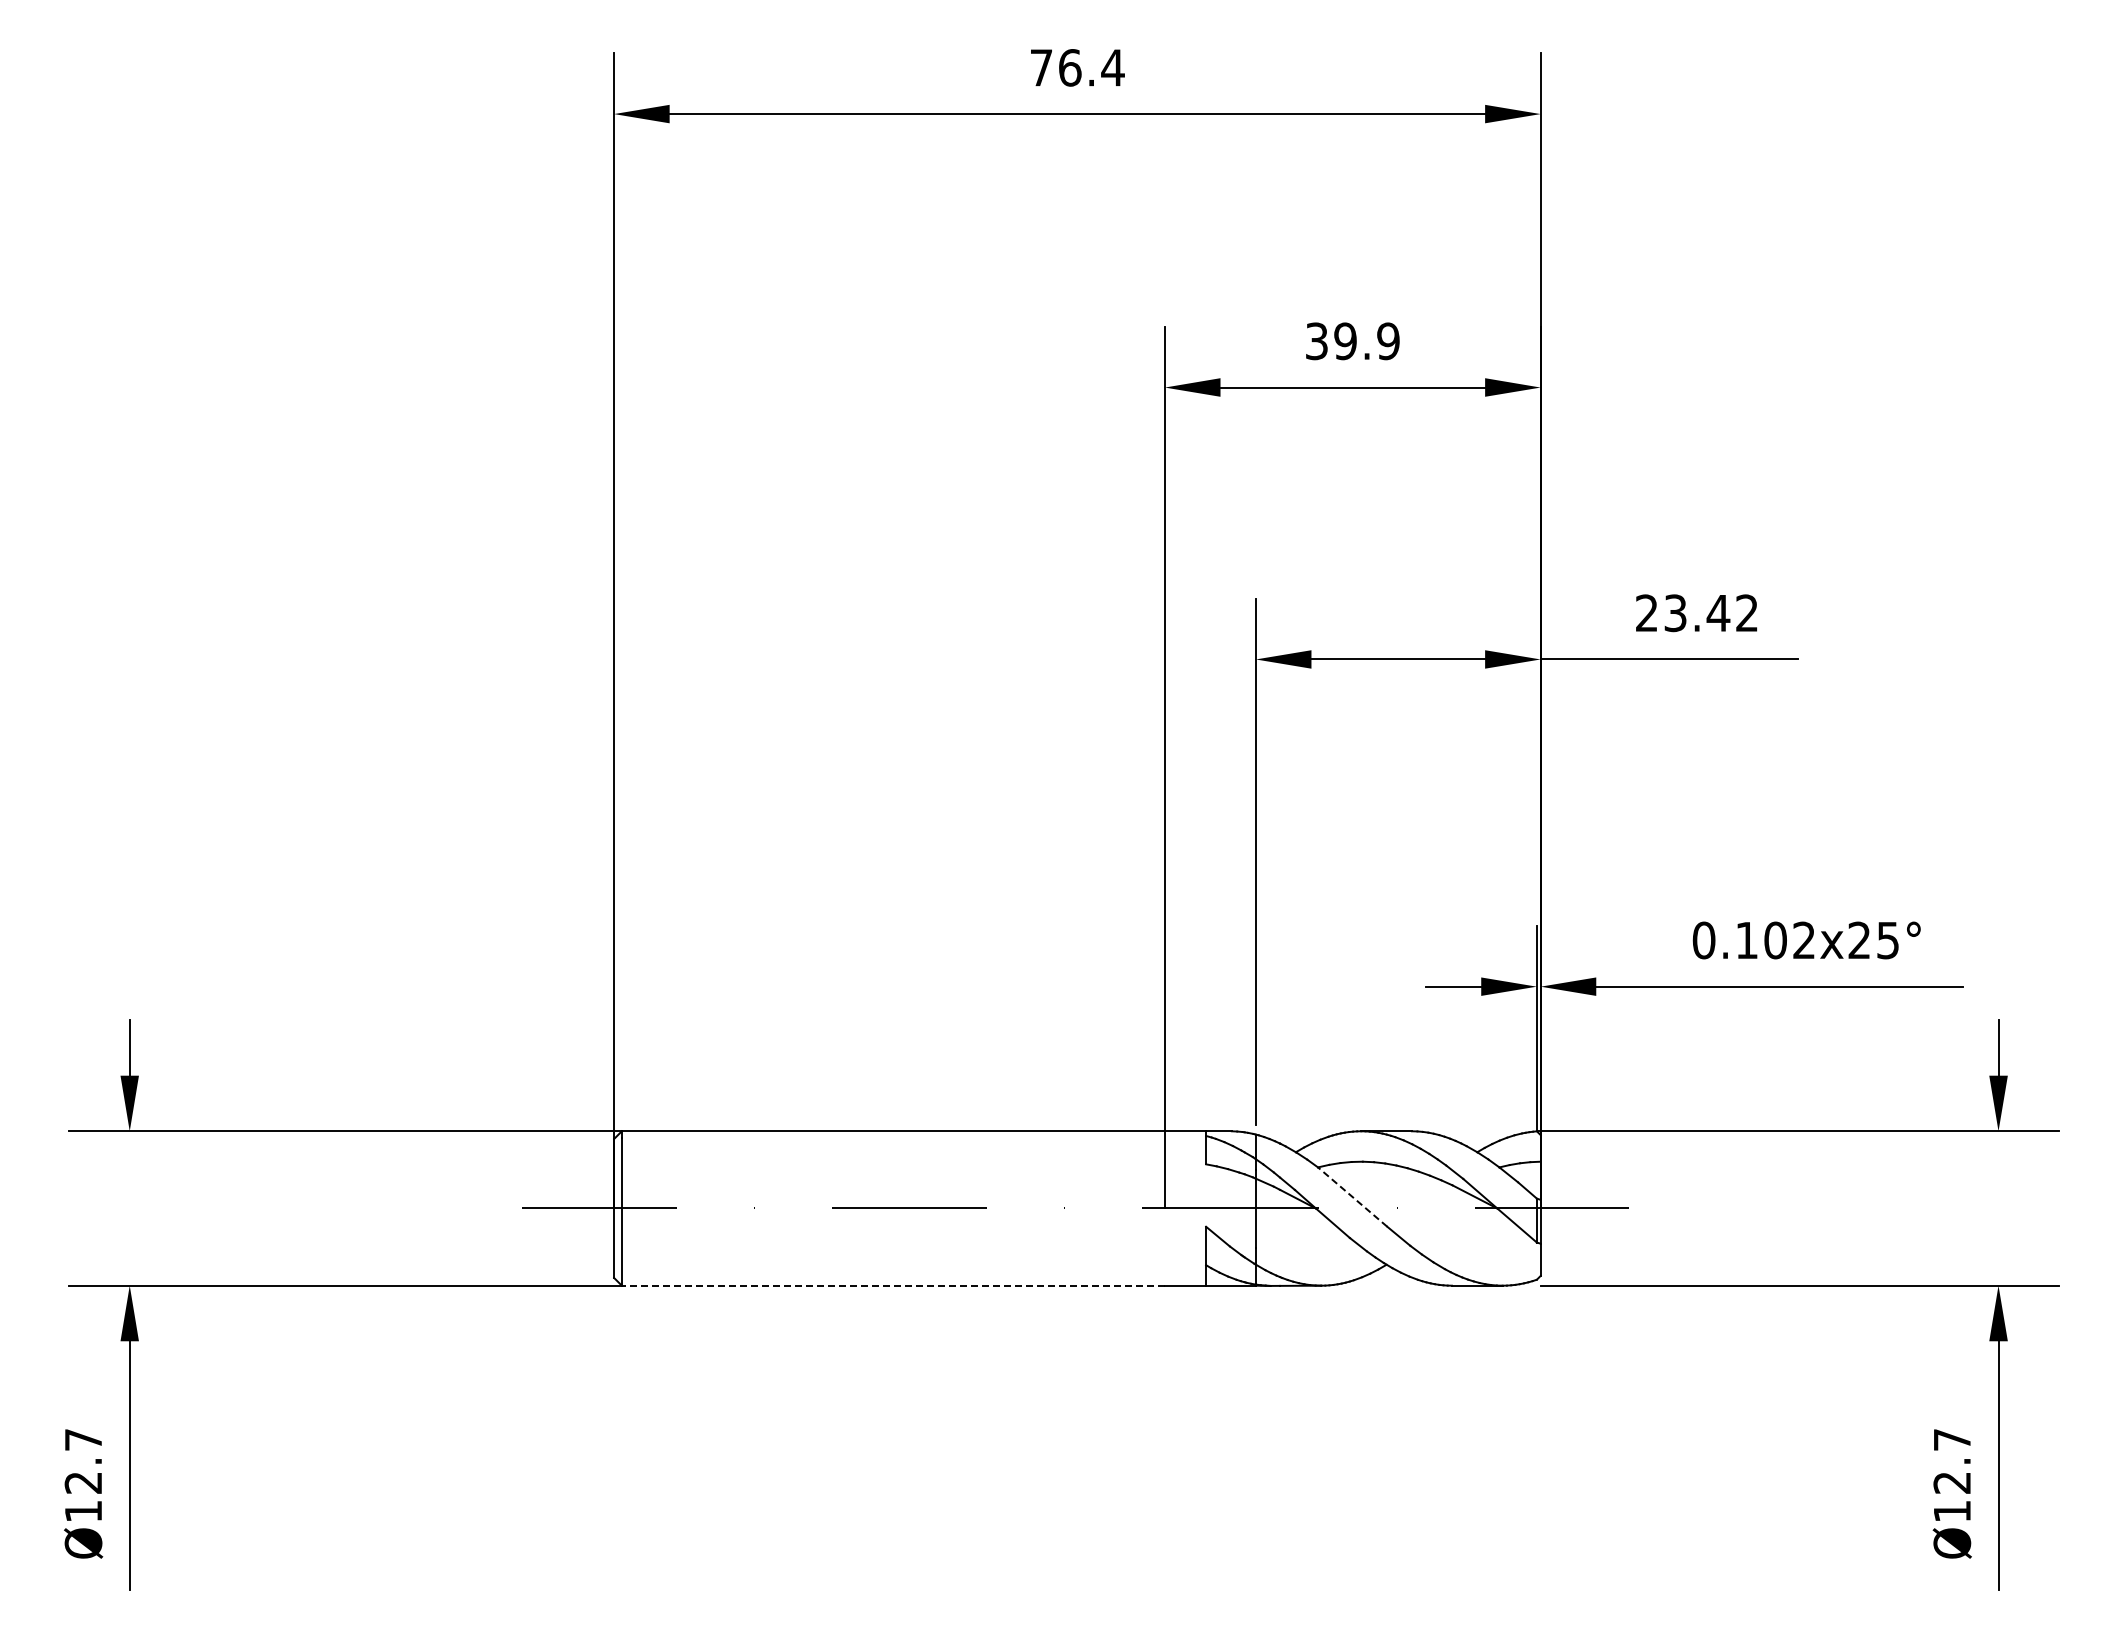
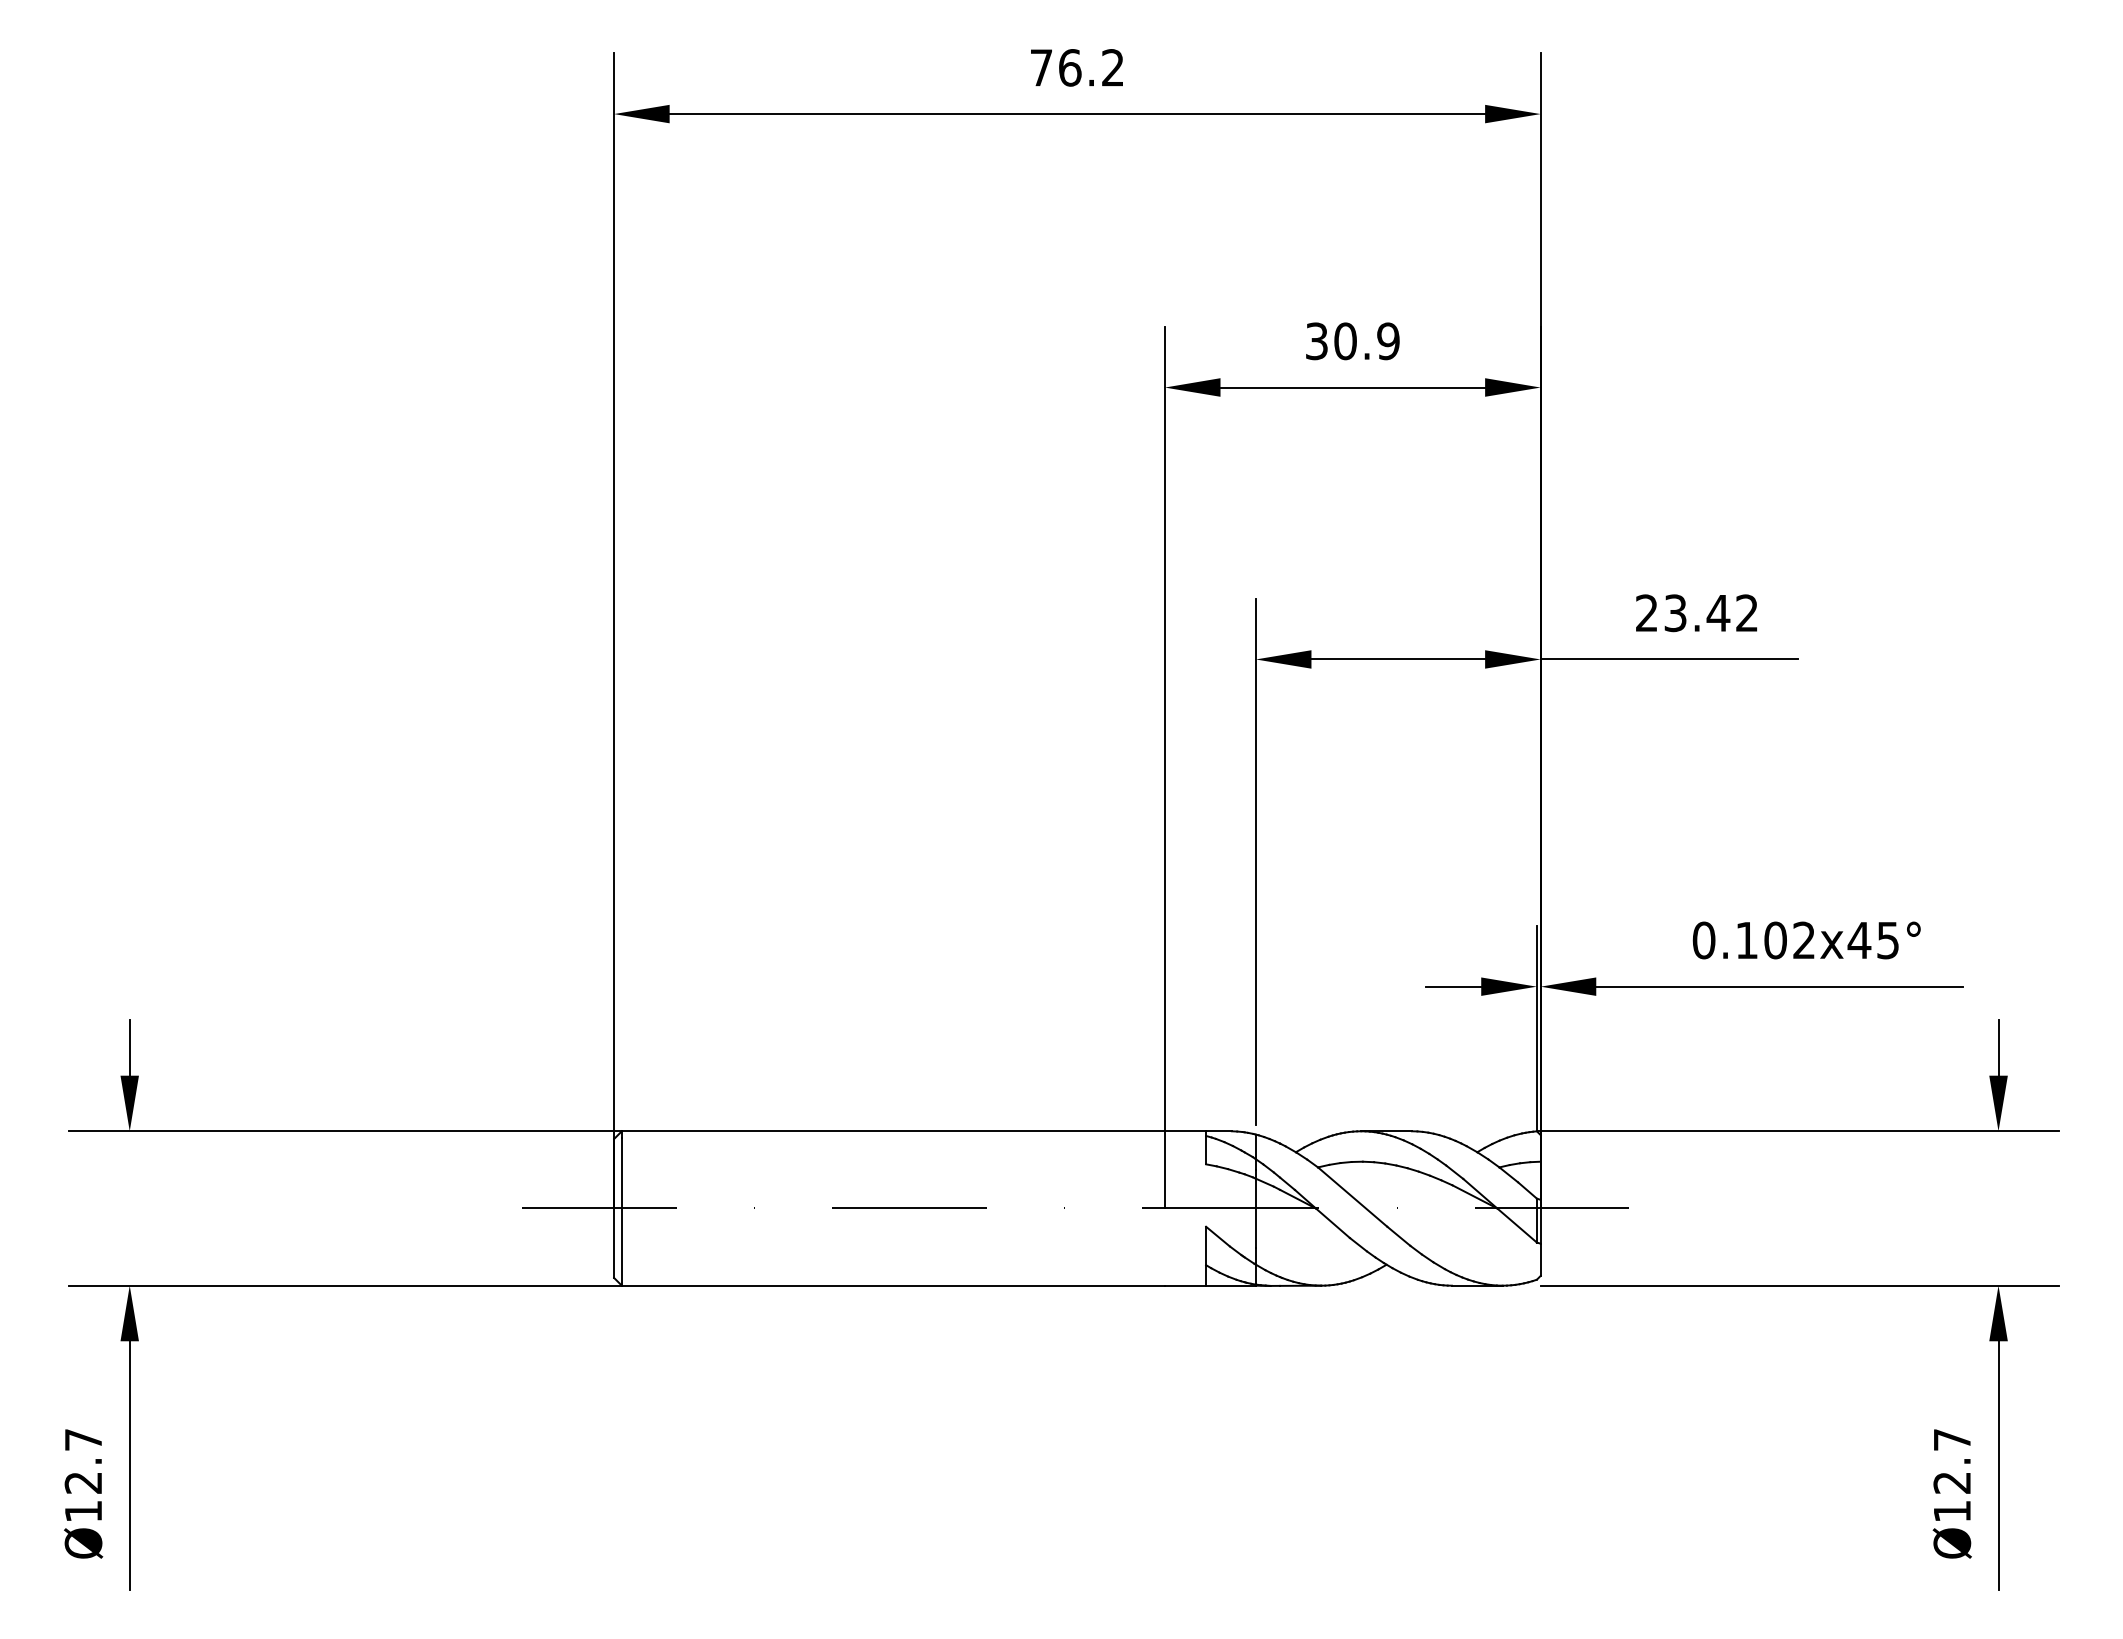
text at (1112, 67): 76.4 -> 76.2
text at (1345, 341): 39.9 -> 30.9
text at (1859, 939): 0.102x25° -> 0.102x45°
line at (1352, 1197): dashed -> solid
line at (893, 1285): dashed -> solid
